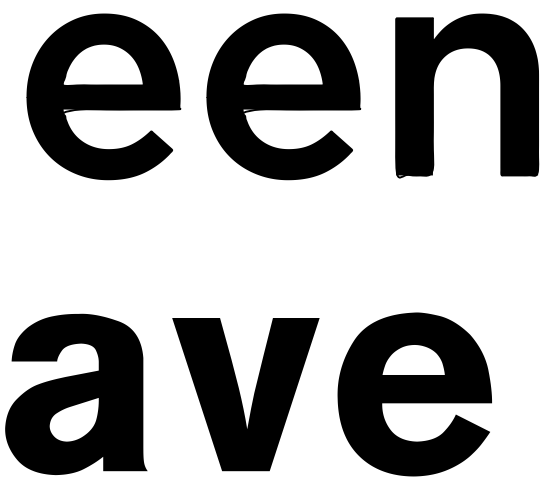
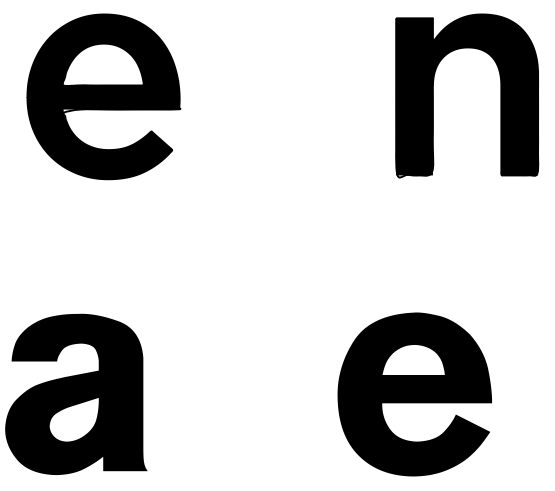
part at (283, 96): present -> none
fill at (245, 394): present -> none
